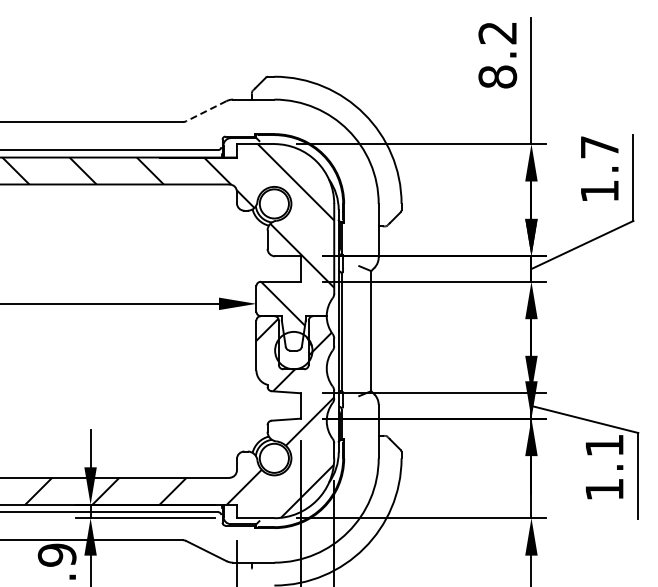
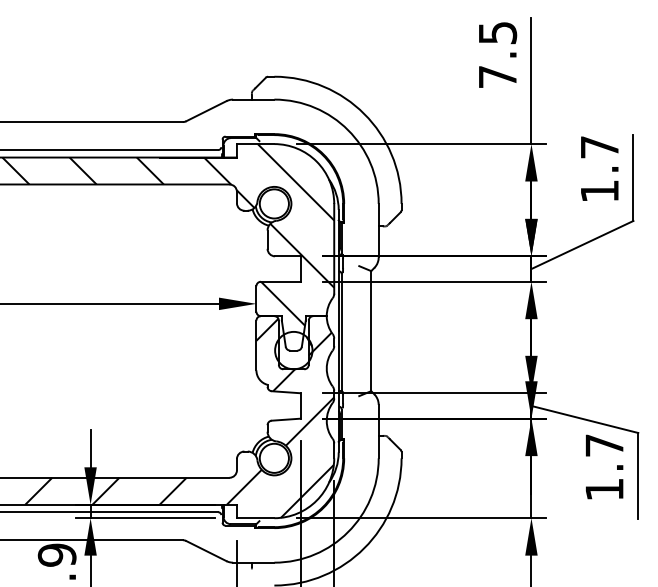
text at (497, 55): 8.2 -> 7.5
line at (205, 111): dashed -> solid
text at (604, 445): 1.1 -> 1.7
